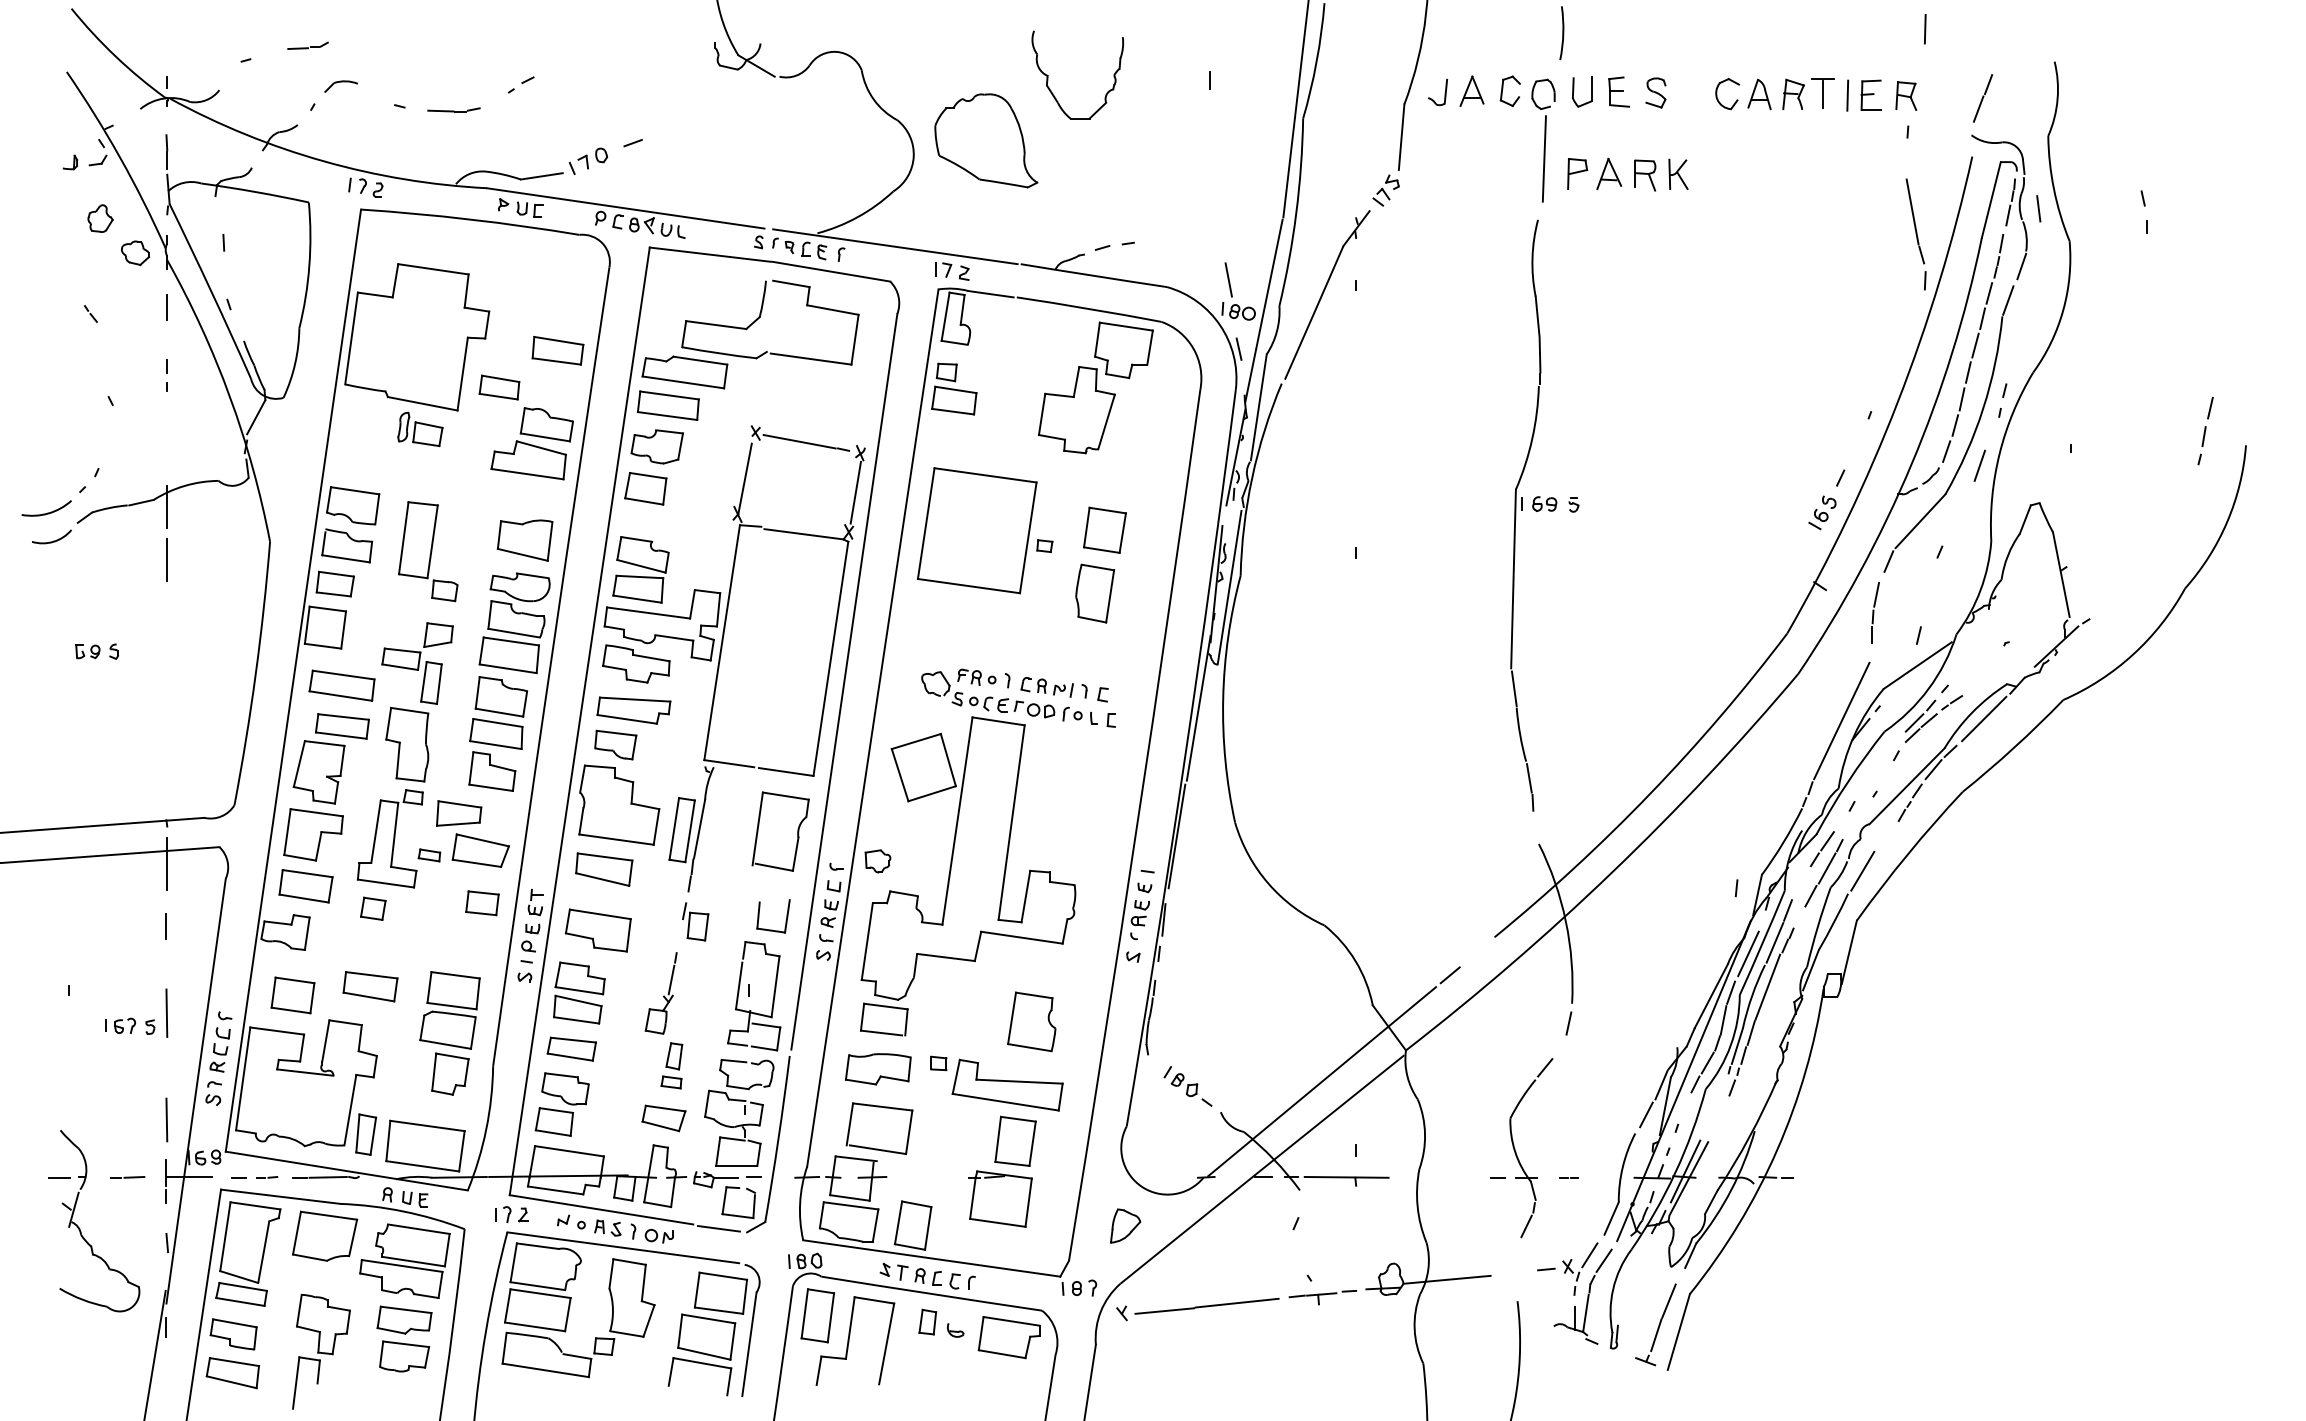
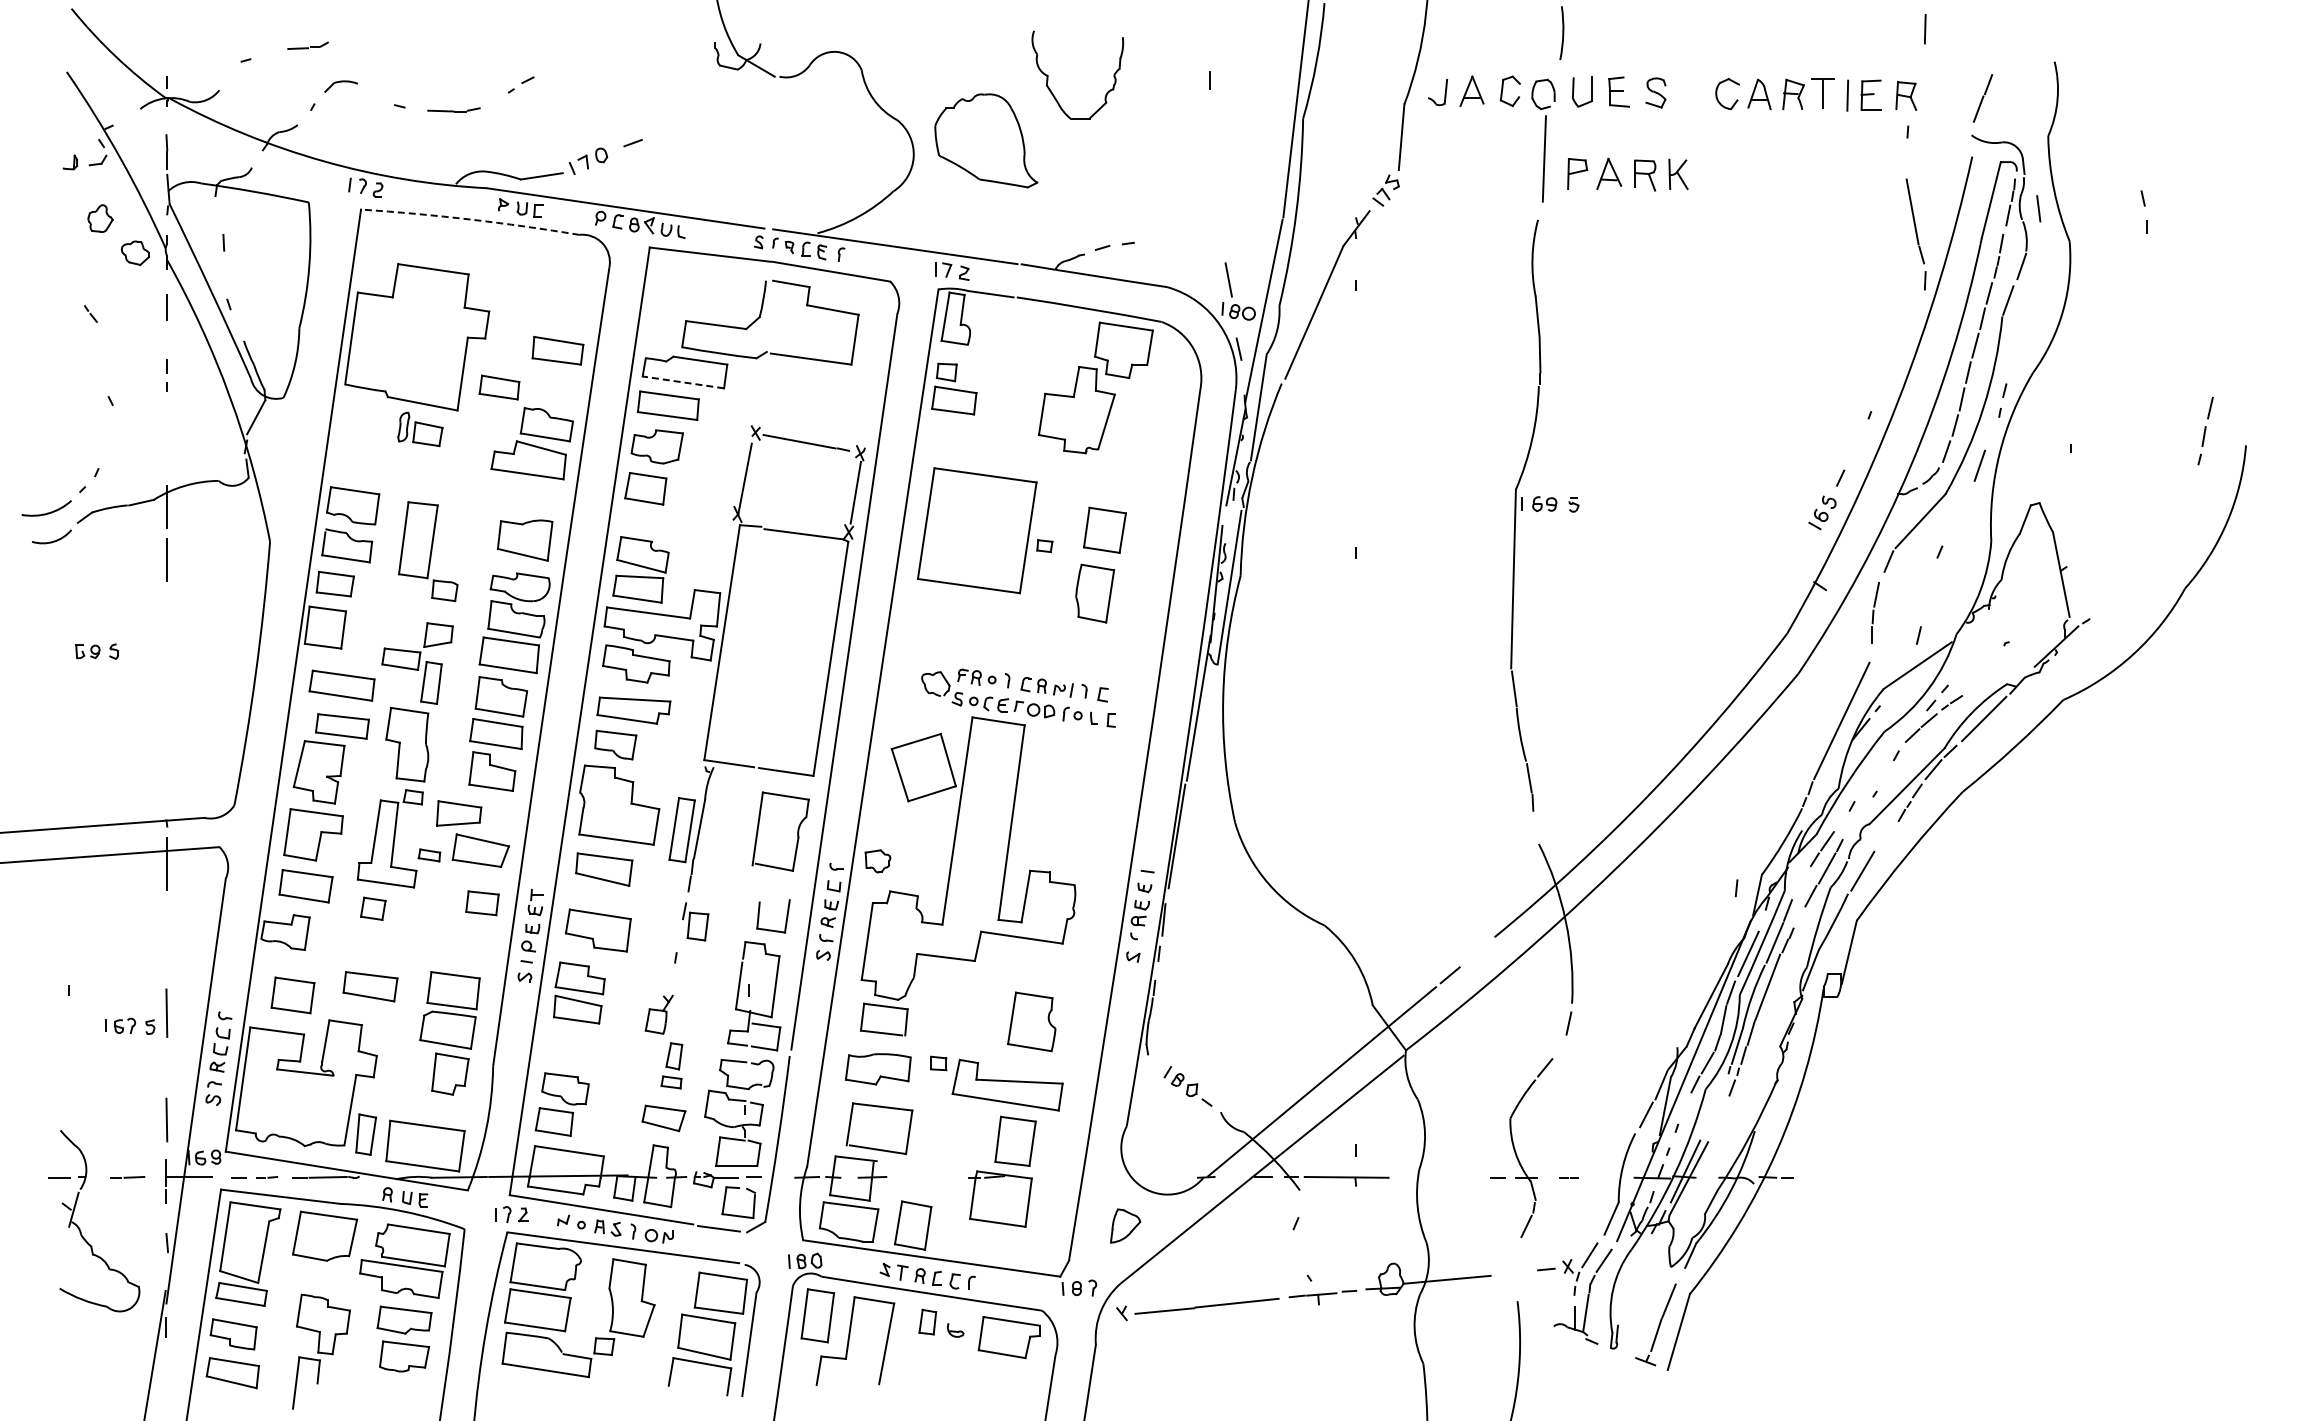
arc at (470, 219): solid -> dashed
line at (682, 382): solid -> dashed
line at (1914, 722): present -> none
line at (166, 925): present -> none
line at (671, 979): present -> none
part at (571, 1048): present -> none
